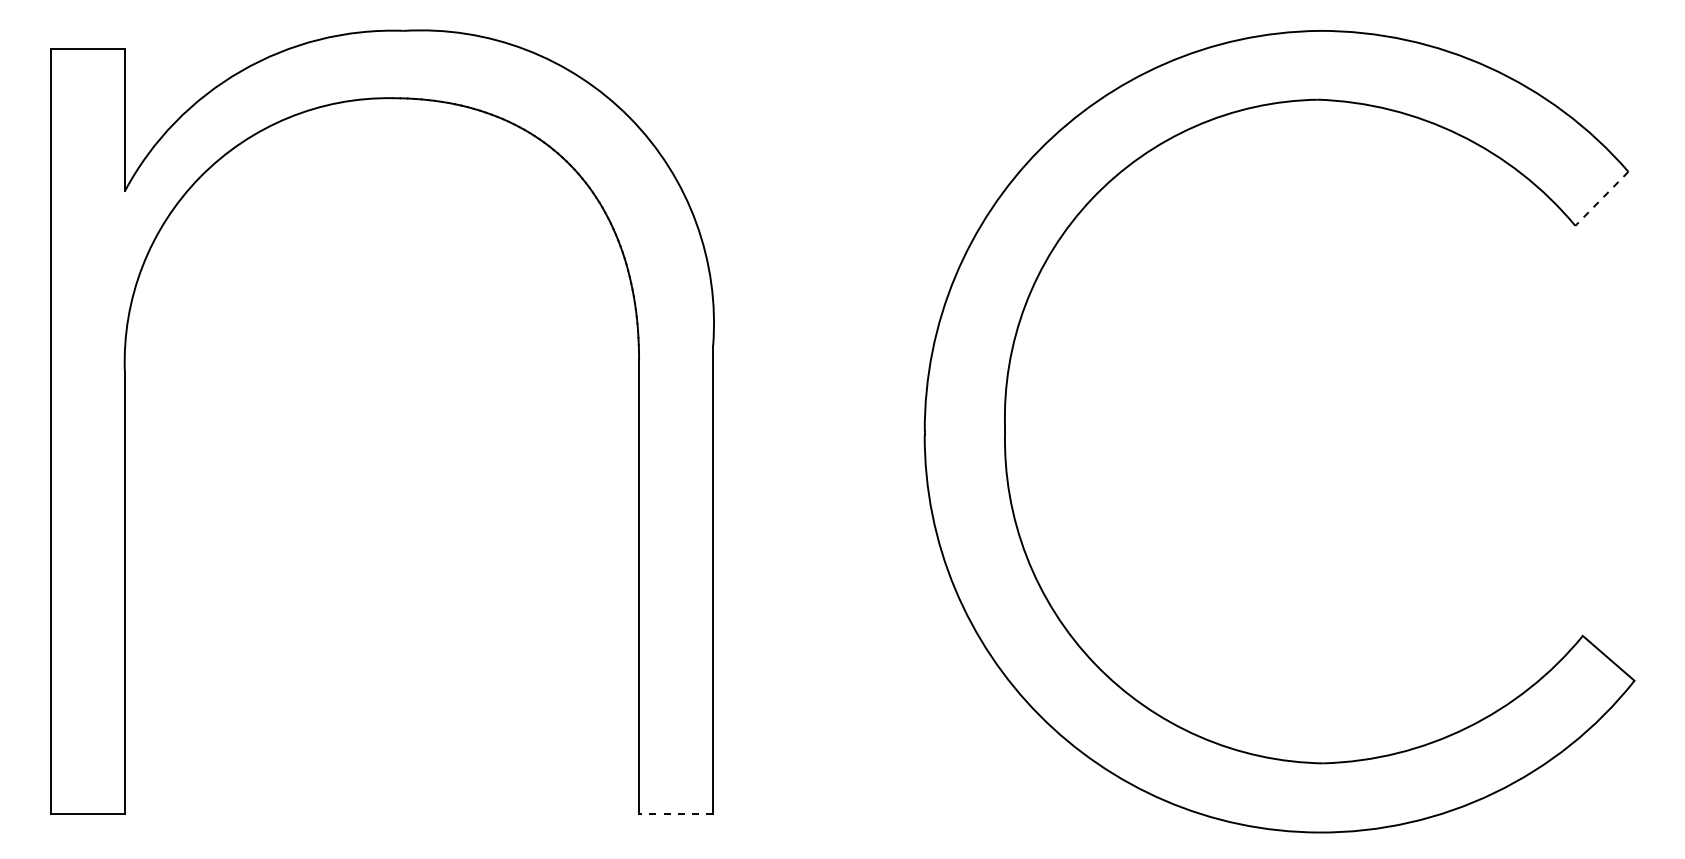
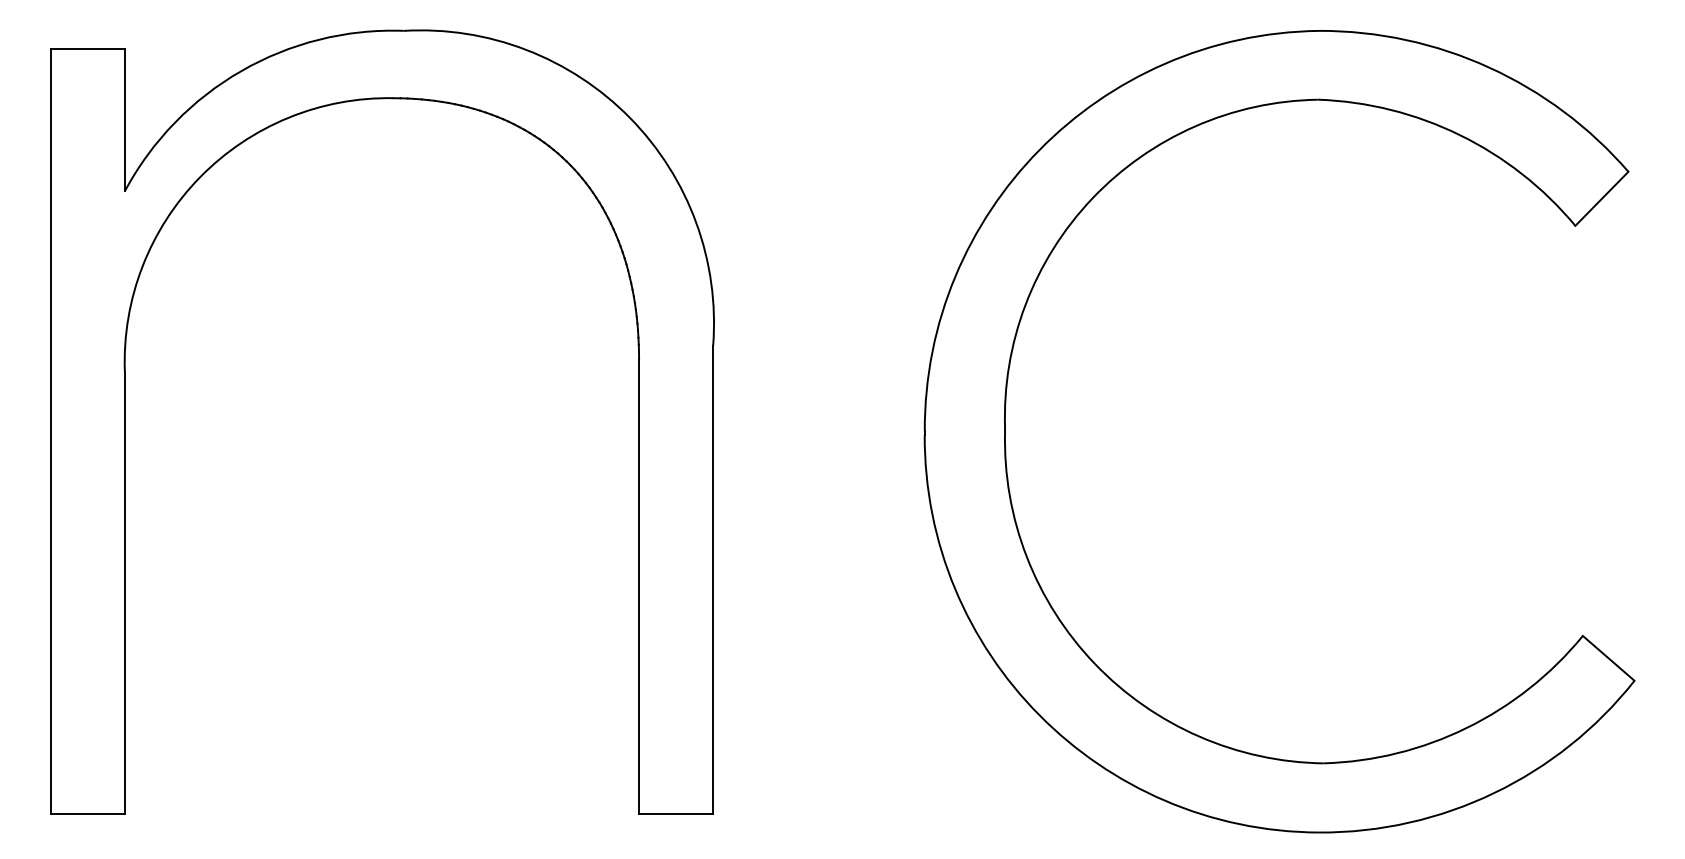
line at (1601, 198): dashed -> solid
line at (675, 814): dashed -> solid
